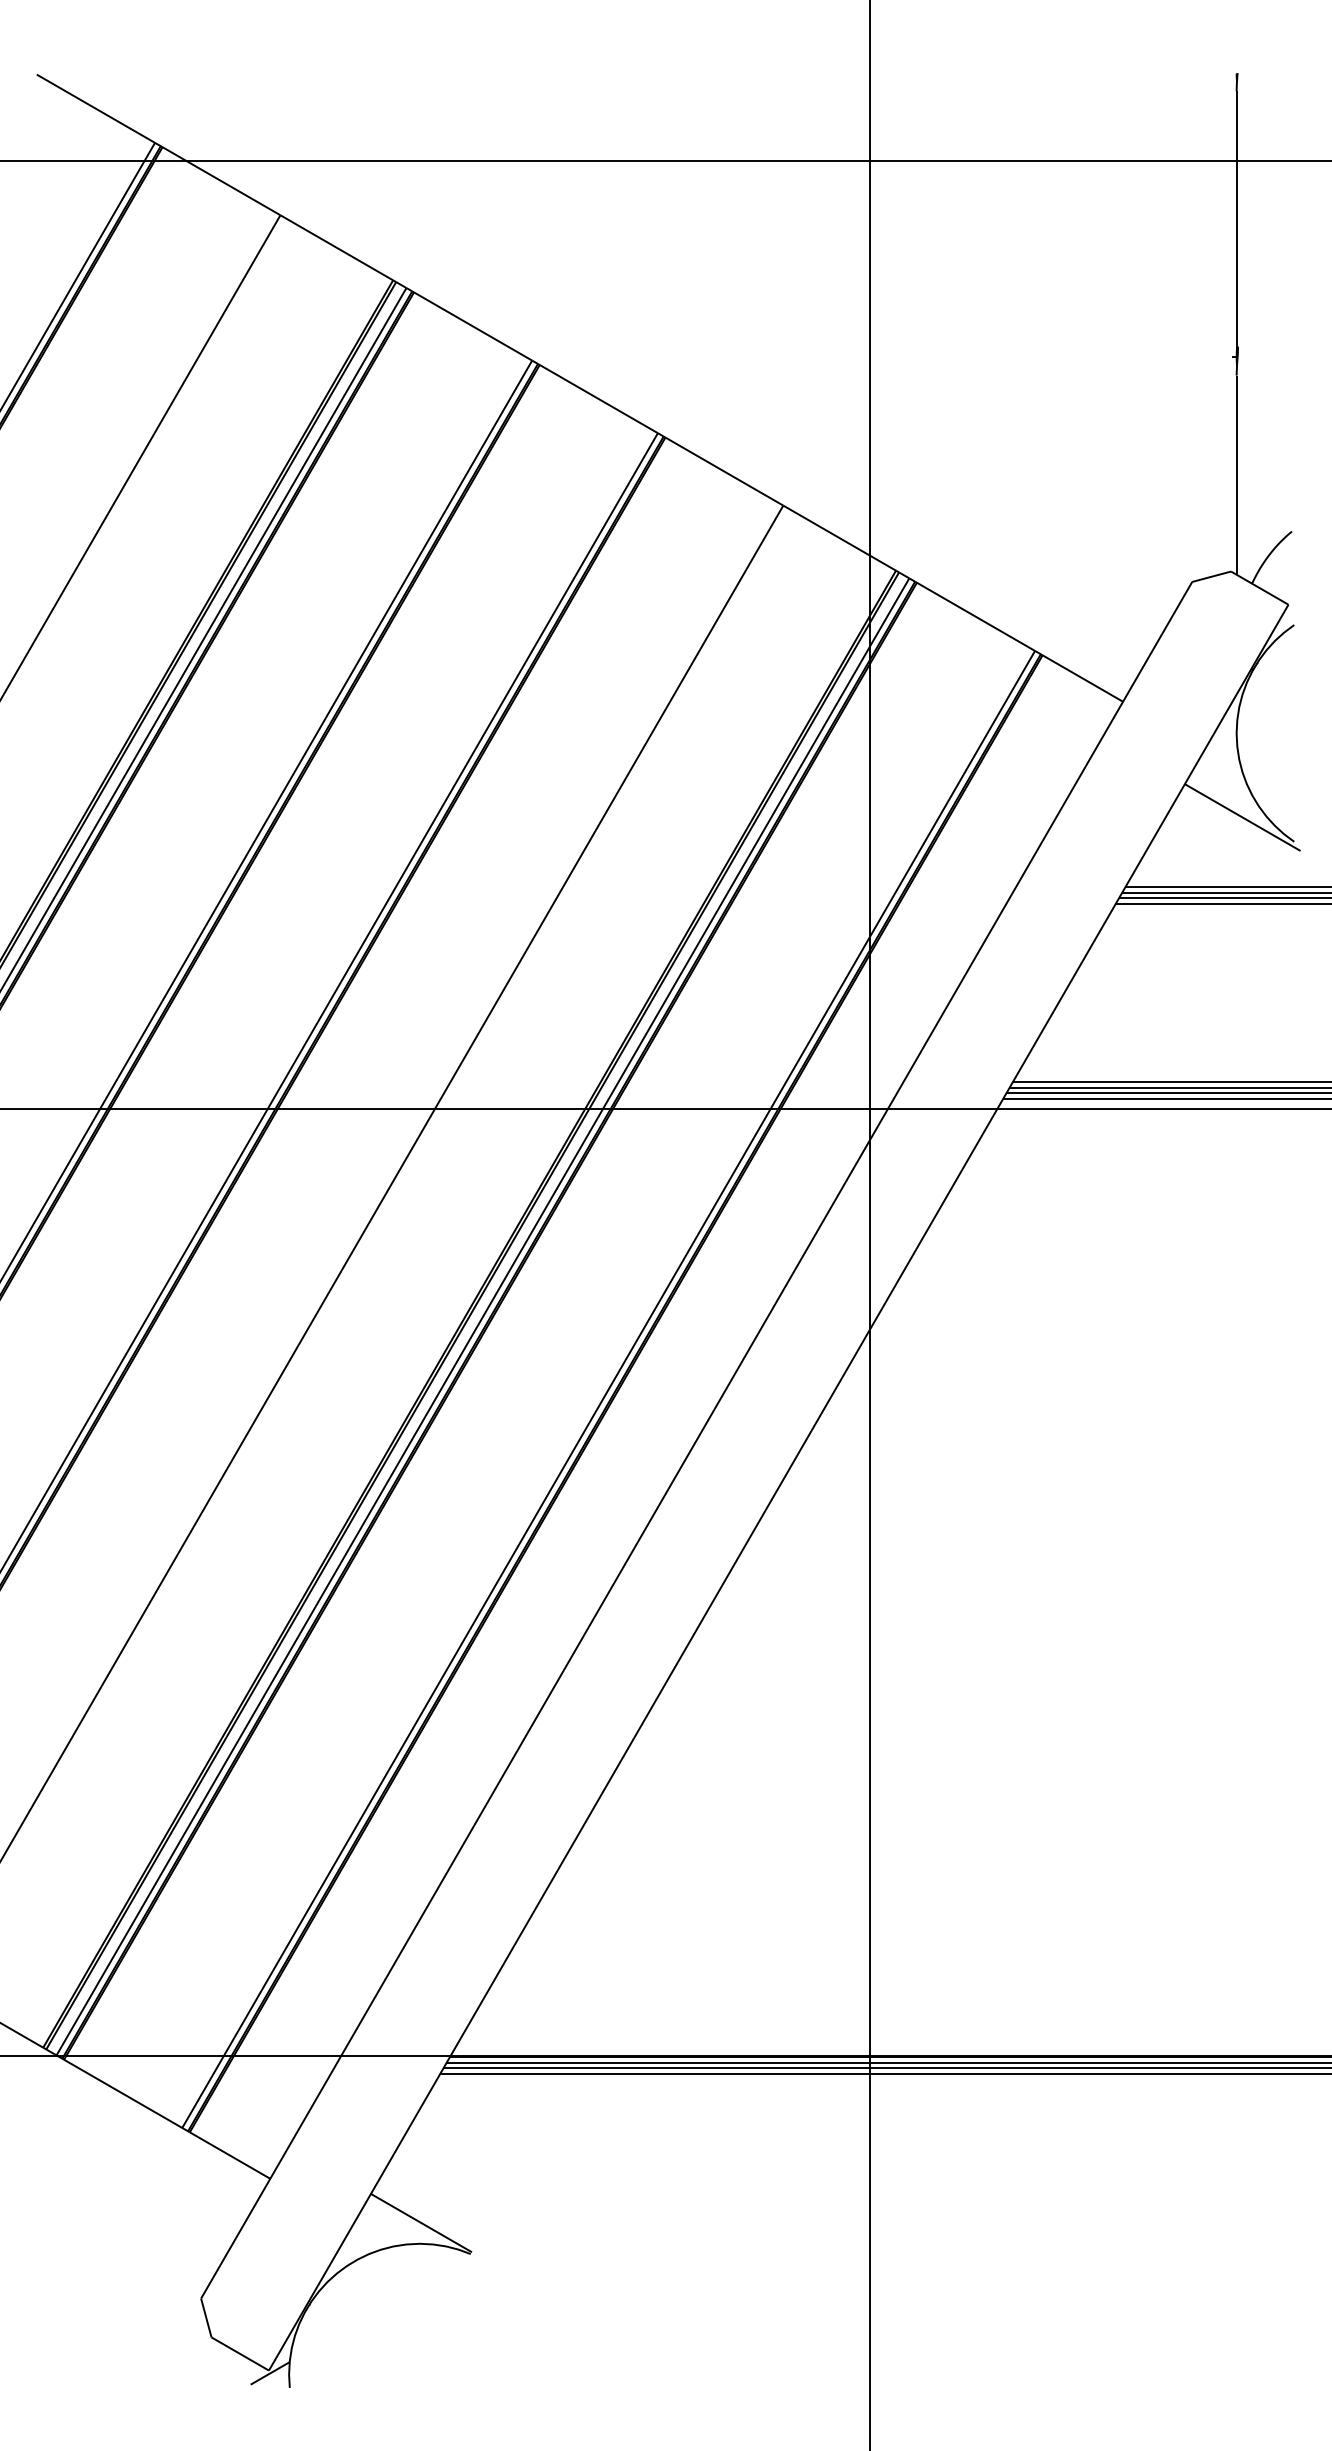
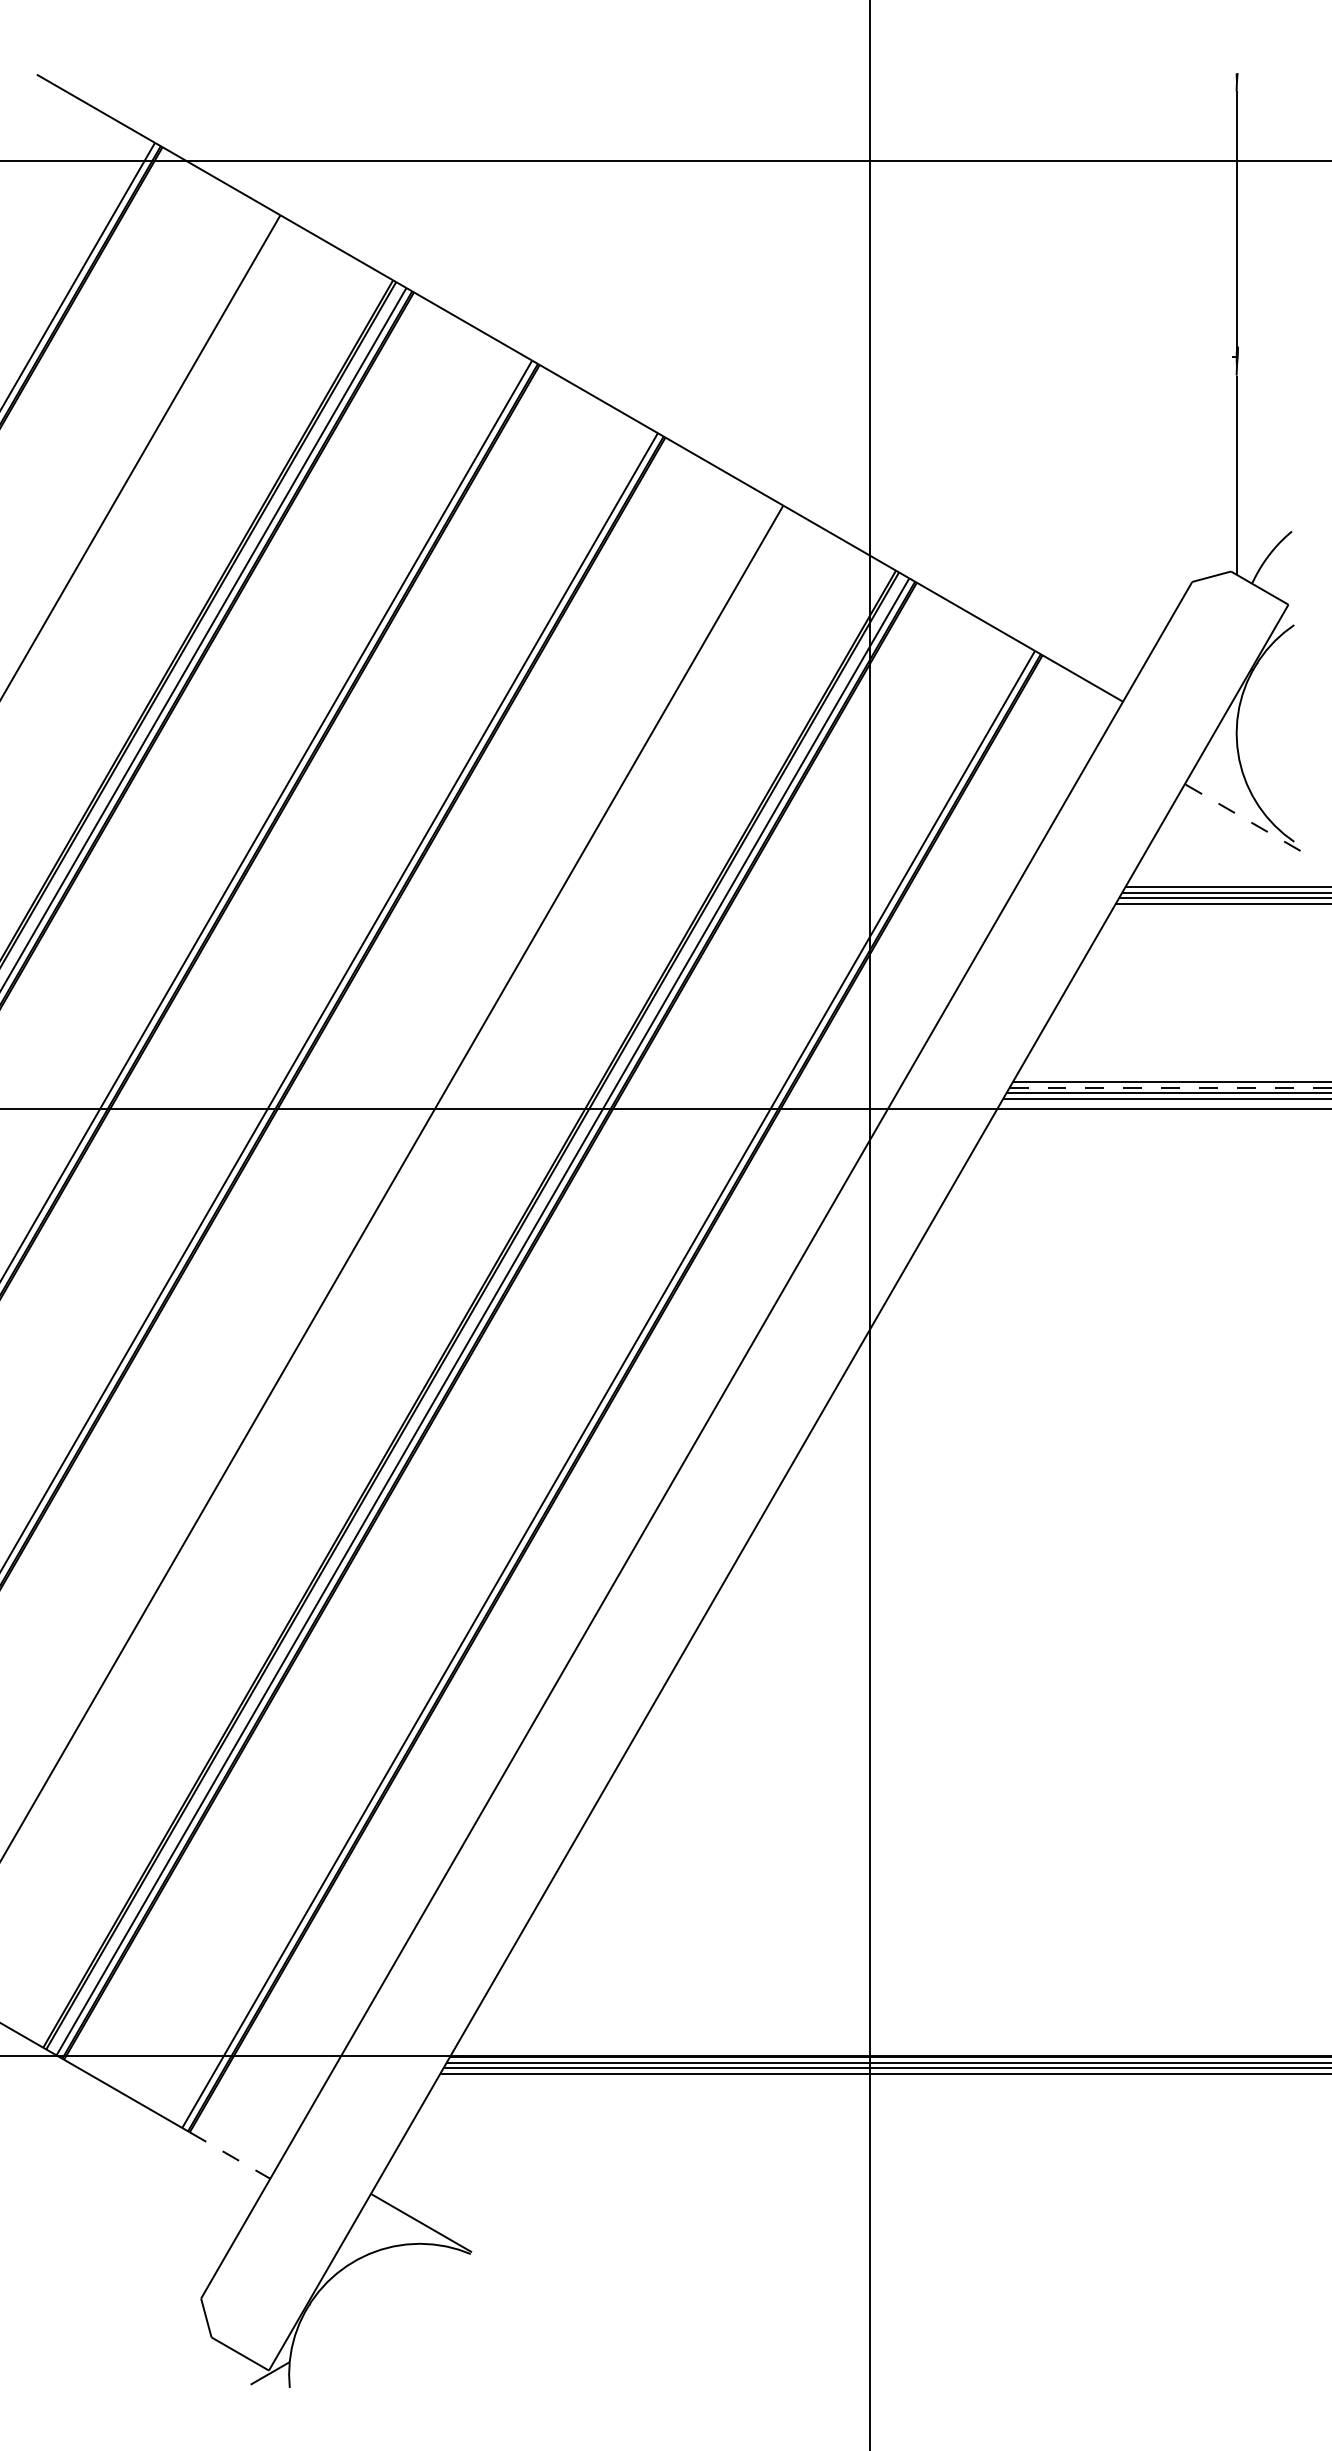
line at (1242, 817): solid -> dashed
line at (1170, 1087): solid -> dashed
line at (230, 2155): solid -> dashed
